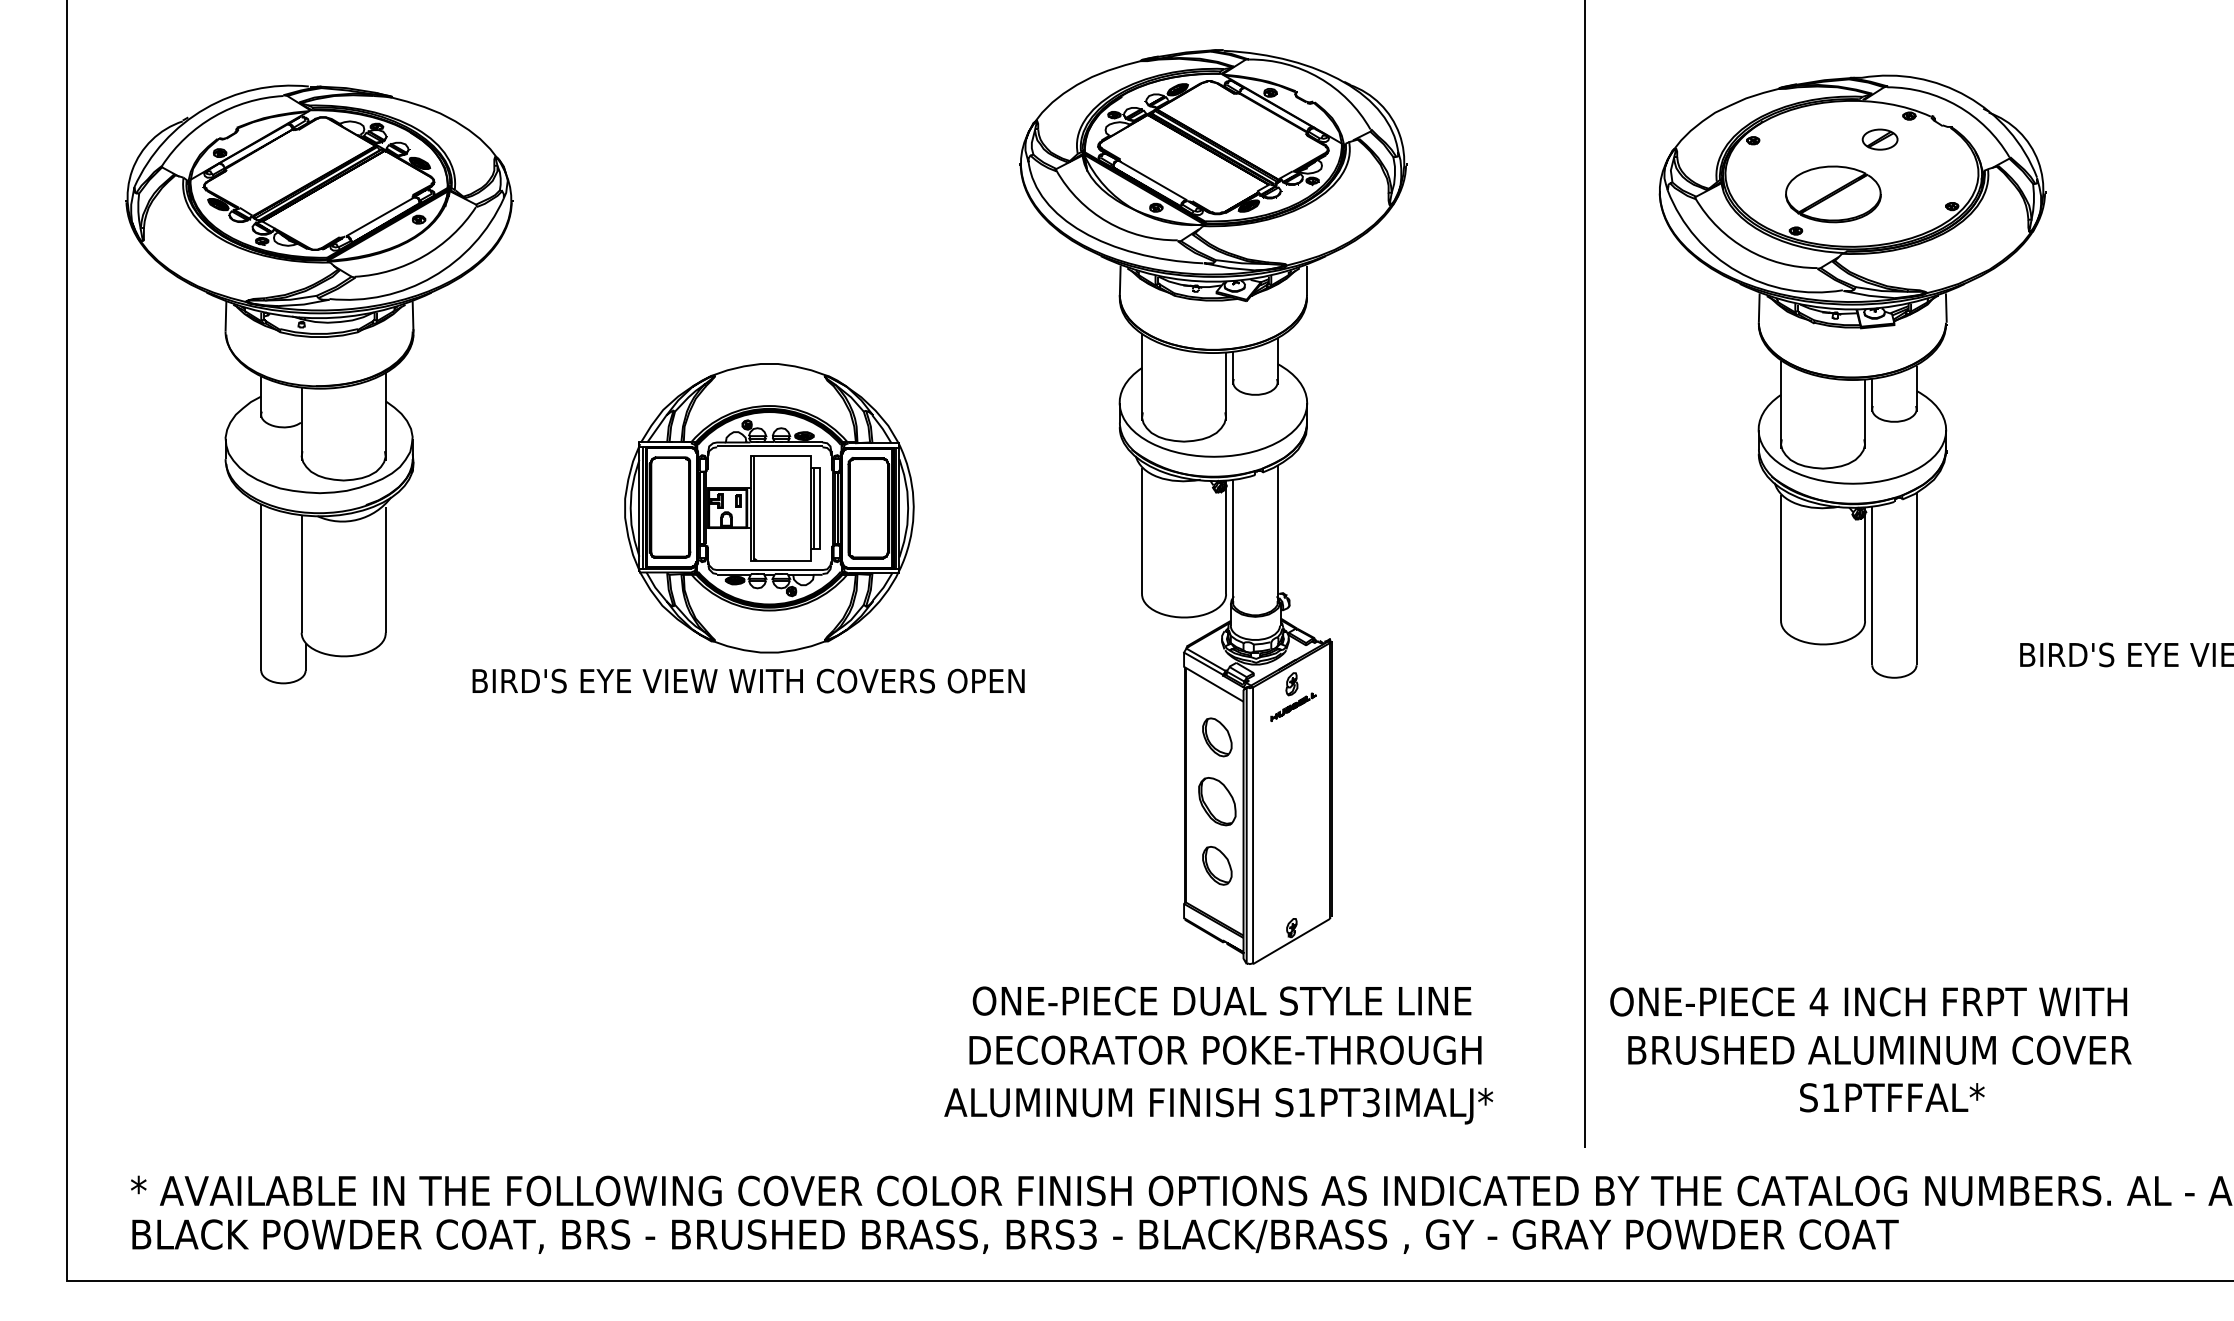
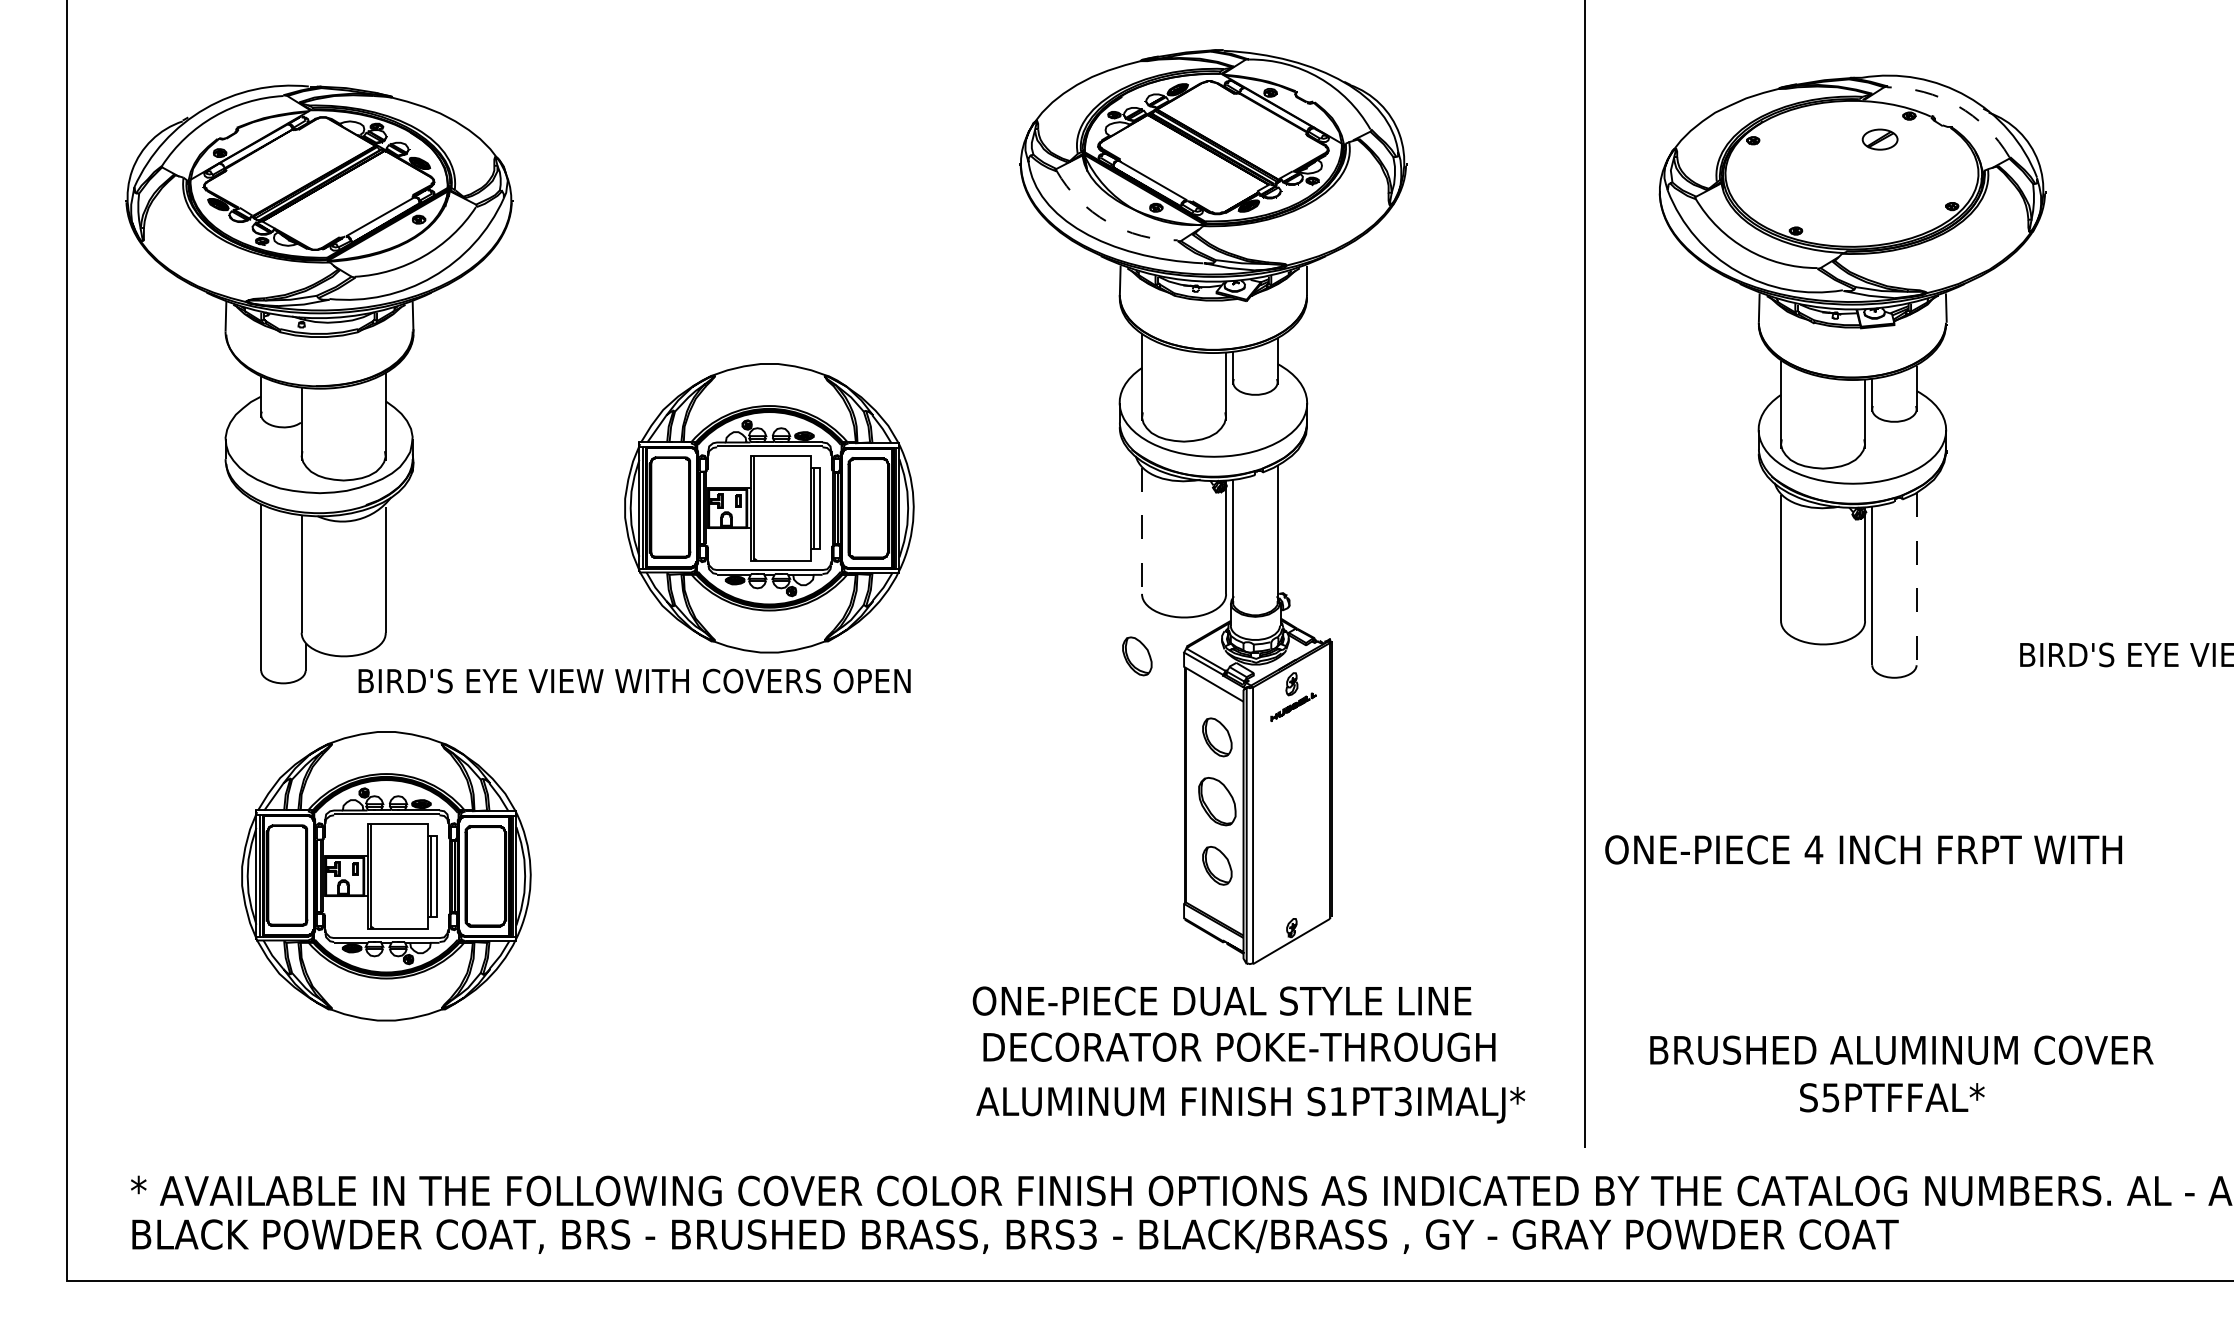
arc at (1957, 105): solid -> dashed
part at (1833, 194): present -> none
arc at (1107, 221): solid -> dashed
line at (1142, 531): solid -> dashed
line at (1916, 579): solid -> dashed
part at (1137, 656): none -> present
text at (748, 680) position: (748, 680) -> (634, 680)
part at (386, 876): none -> present
text at (1868, 1001) position: (1868, 1001) -> (1863, 849)
text at (1225, 1049) position: (1225, 1049) -> (1239, 1046)
text at (1879, 1049) position: (1879, 1049) -> (1901, 1049)
text at (1830, 1097): S1PTFFAL* -> S5PTFFAL*
text at (1218, 1106) position: (1218, 1106) -> (1250, 1105)
